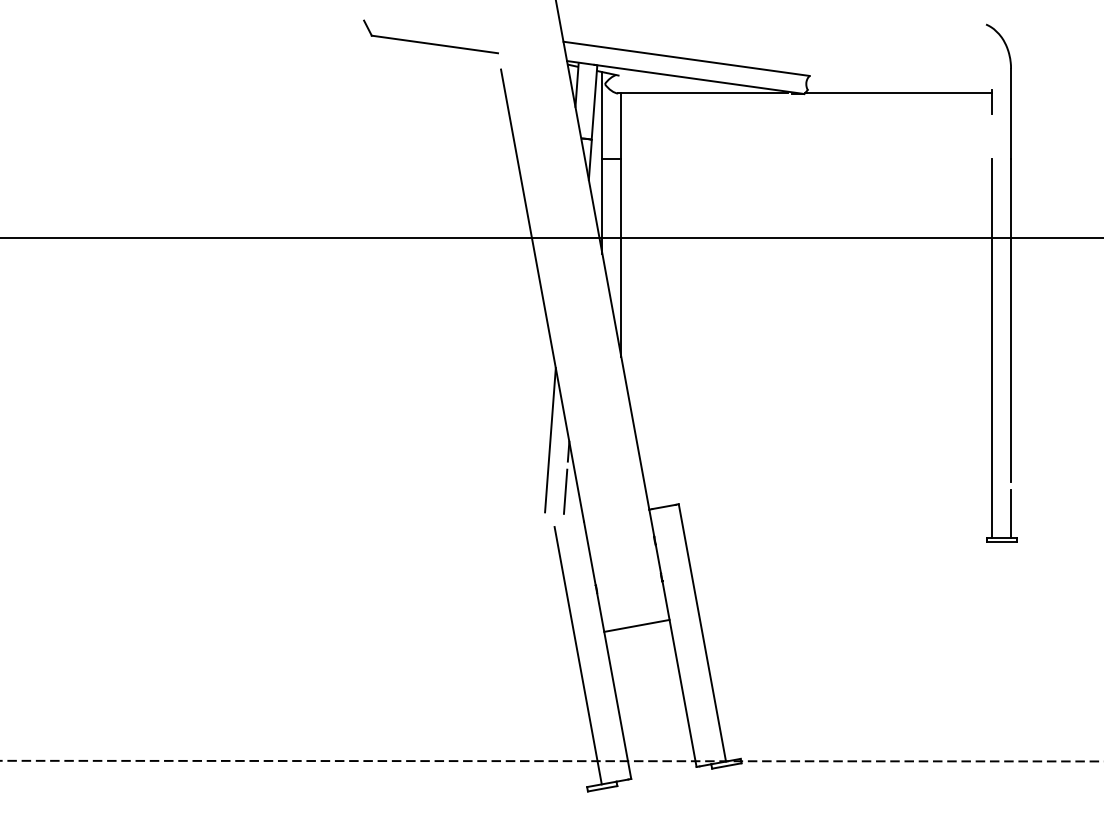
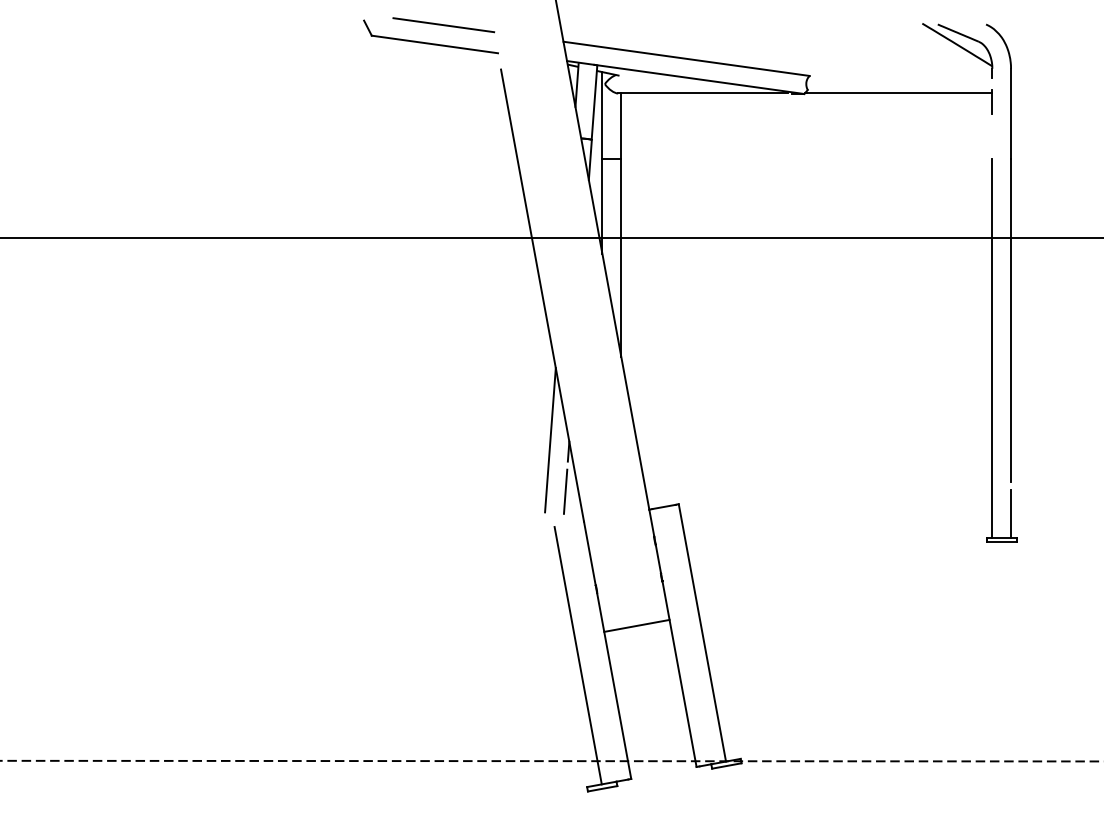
line at (443, 25): none -> present
part at (957, 50): none -> present
